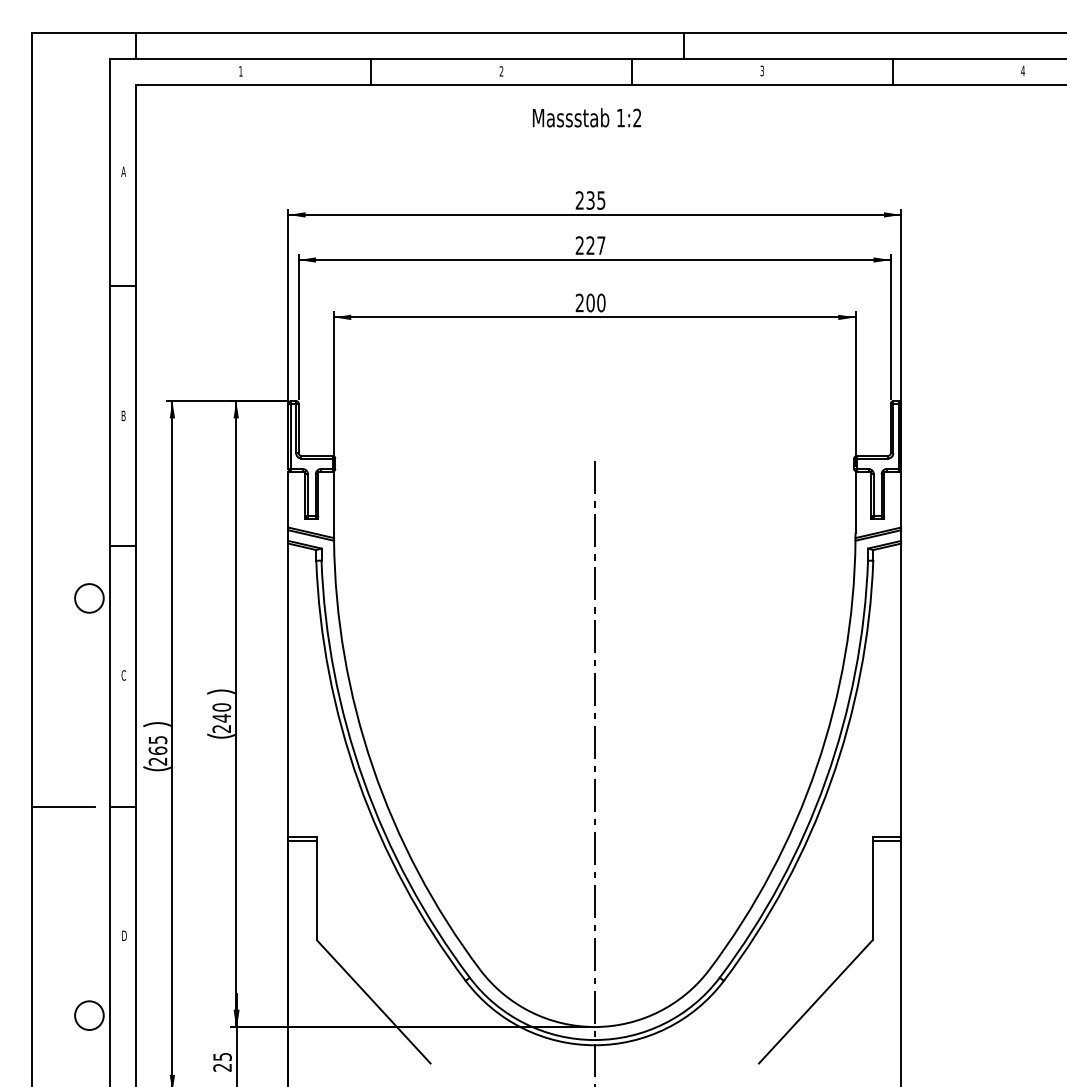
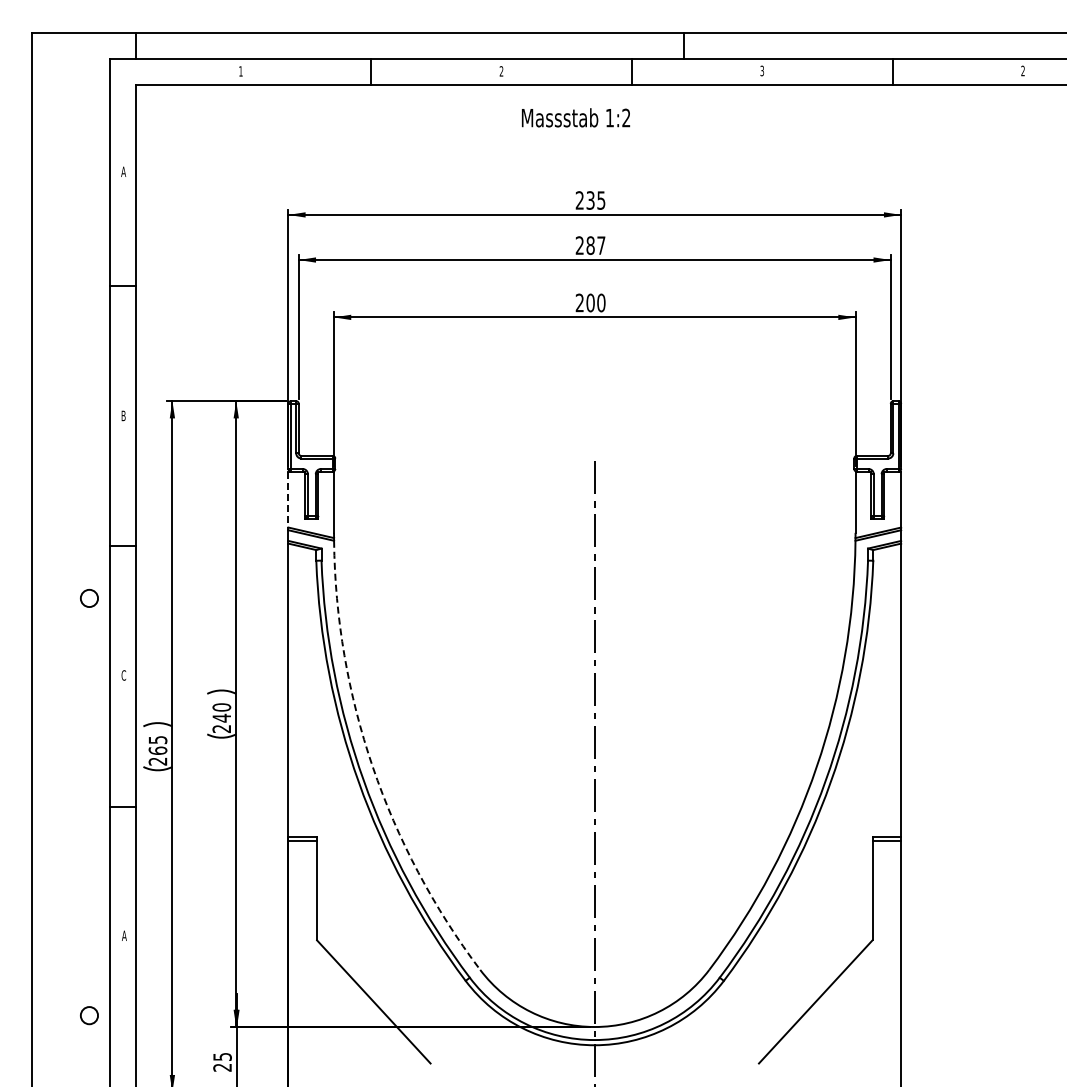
text at (1023, 70): 4 -> 2
text at (587, 117) position: (587, 117) -> (576, 117)
text at (590, 245): 227 -> 287
line at (288, 499): solid -> dashed
circle at (89, 598) diameter: 29 px -> 17 px
arc at (372, 767): solid -> dashed
line at (63, 807): present -> none
text at (124, 935): D -> A
circle at (89, 1015) diameter: 29 px -> 17 px
